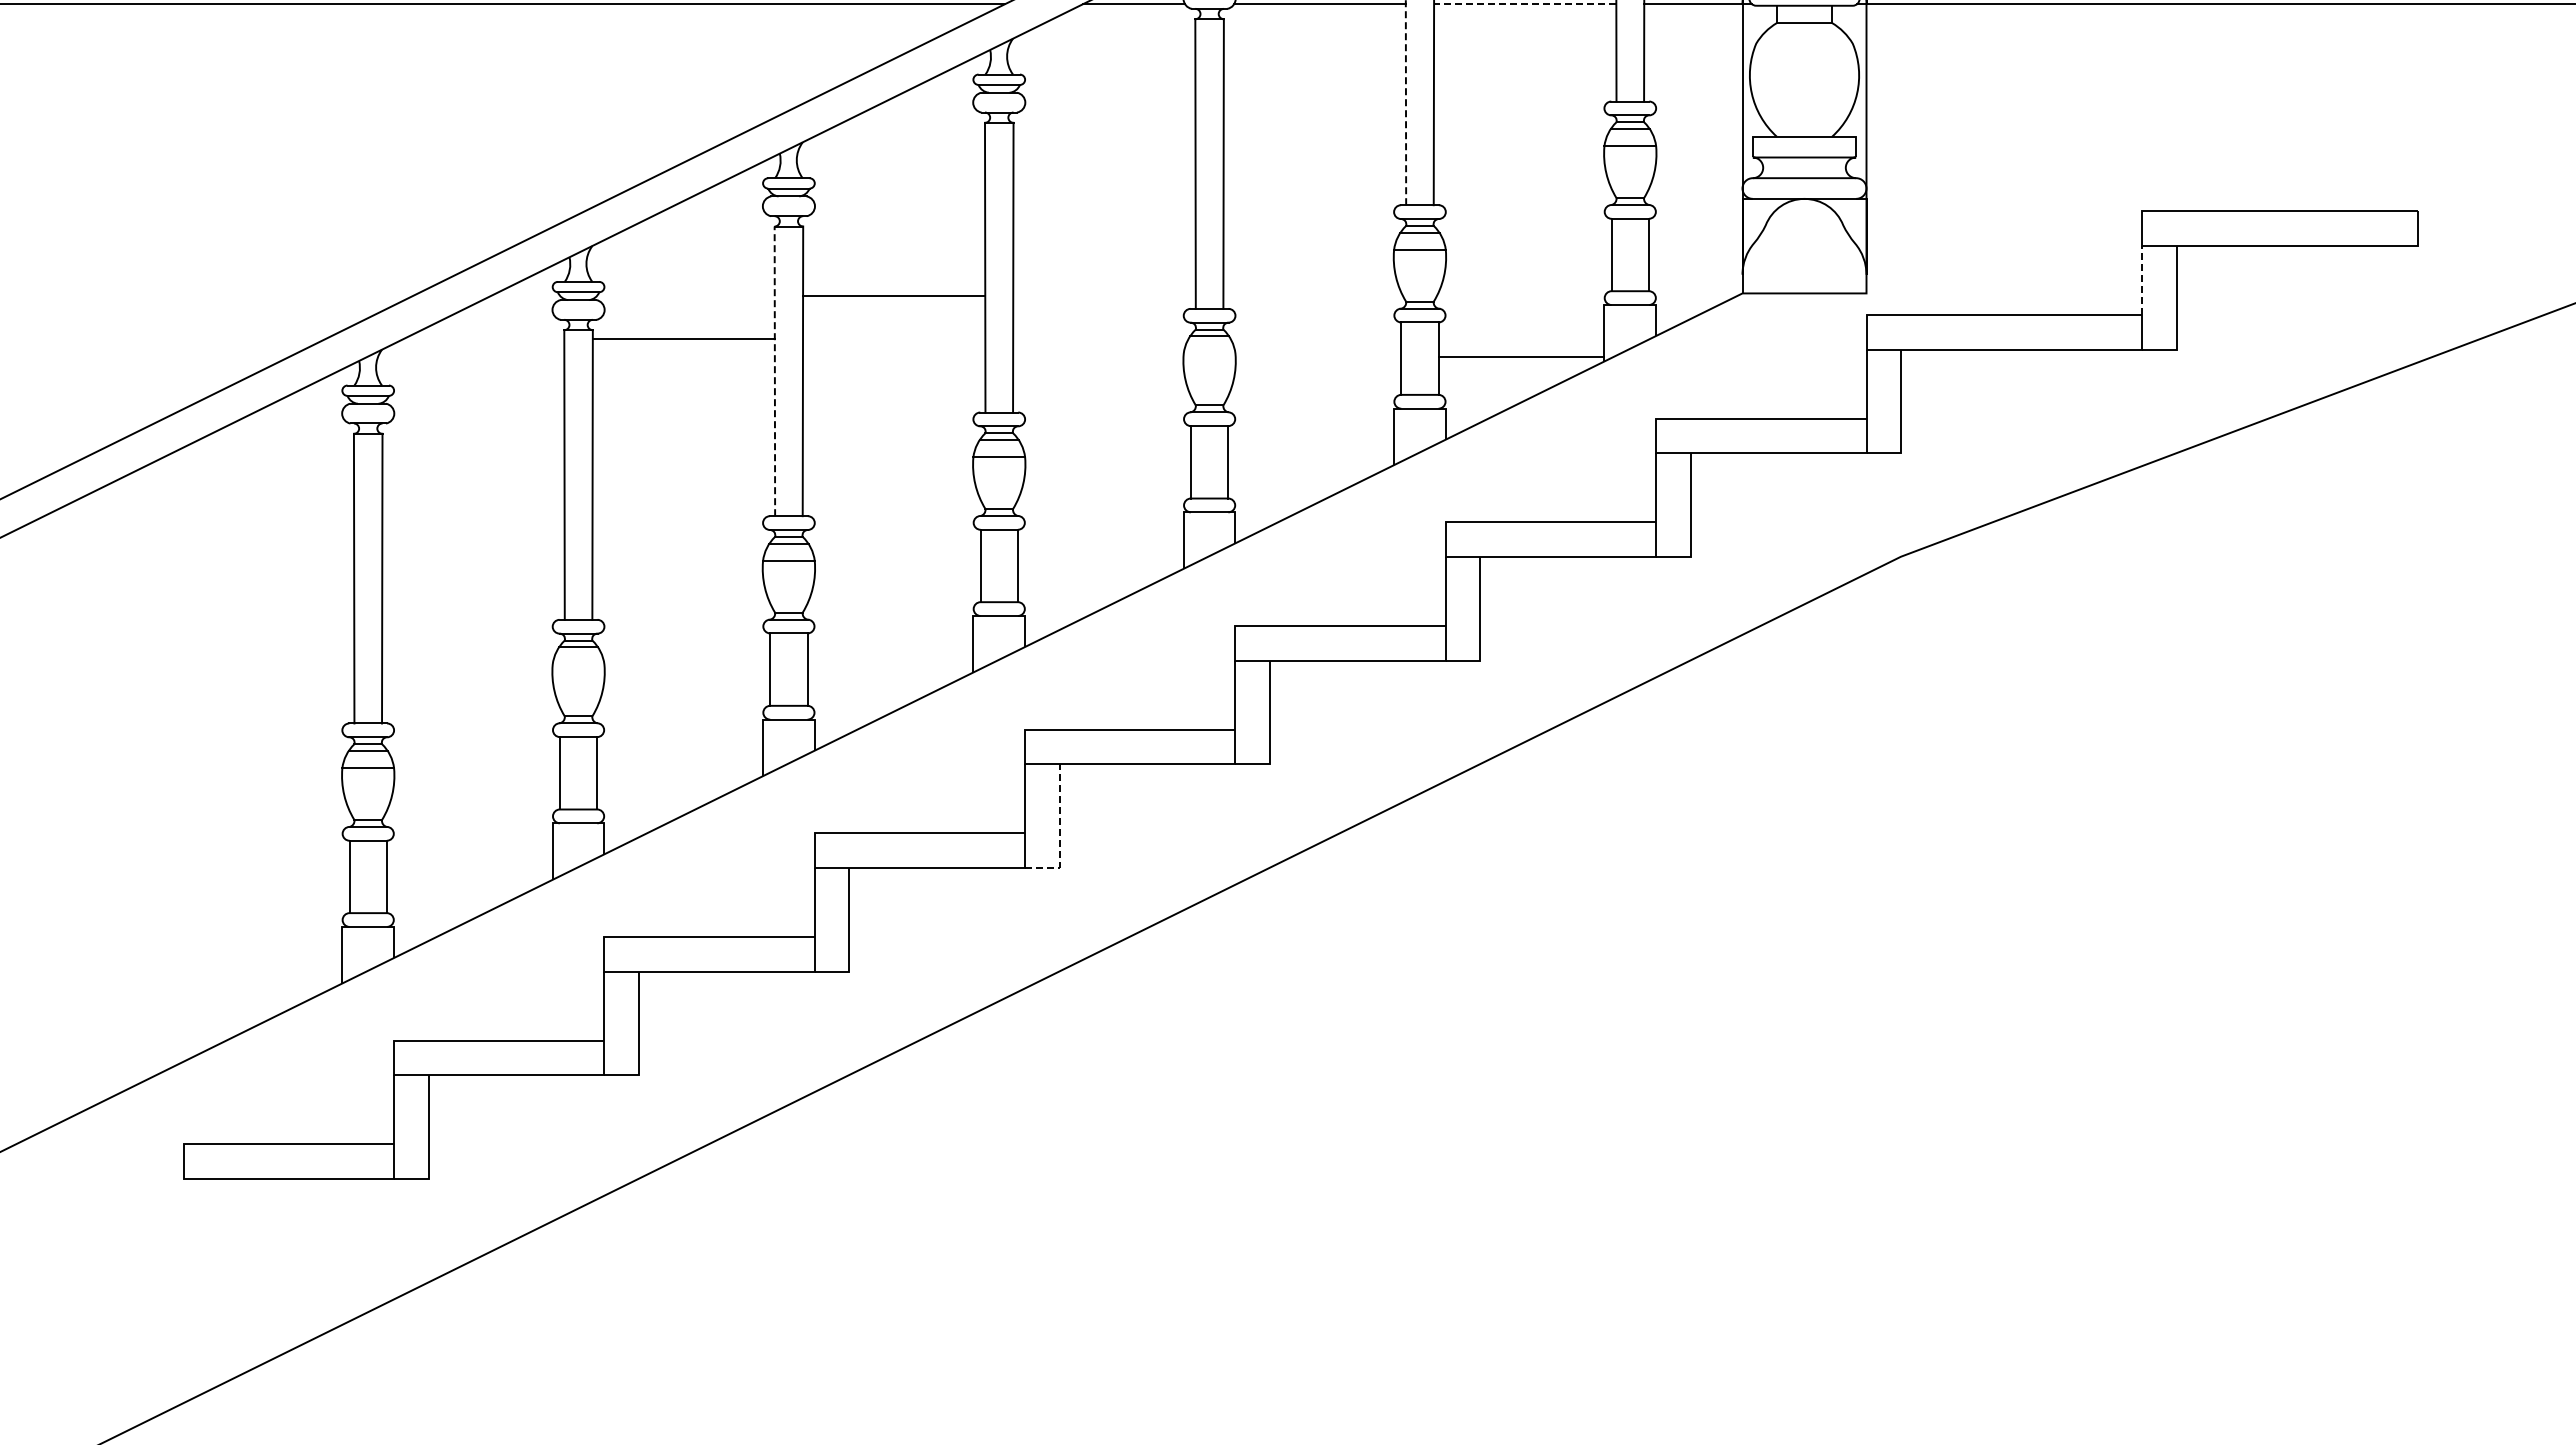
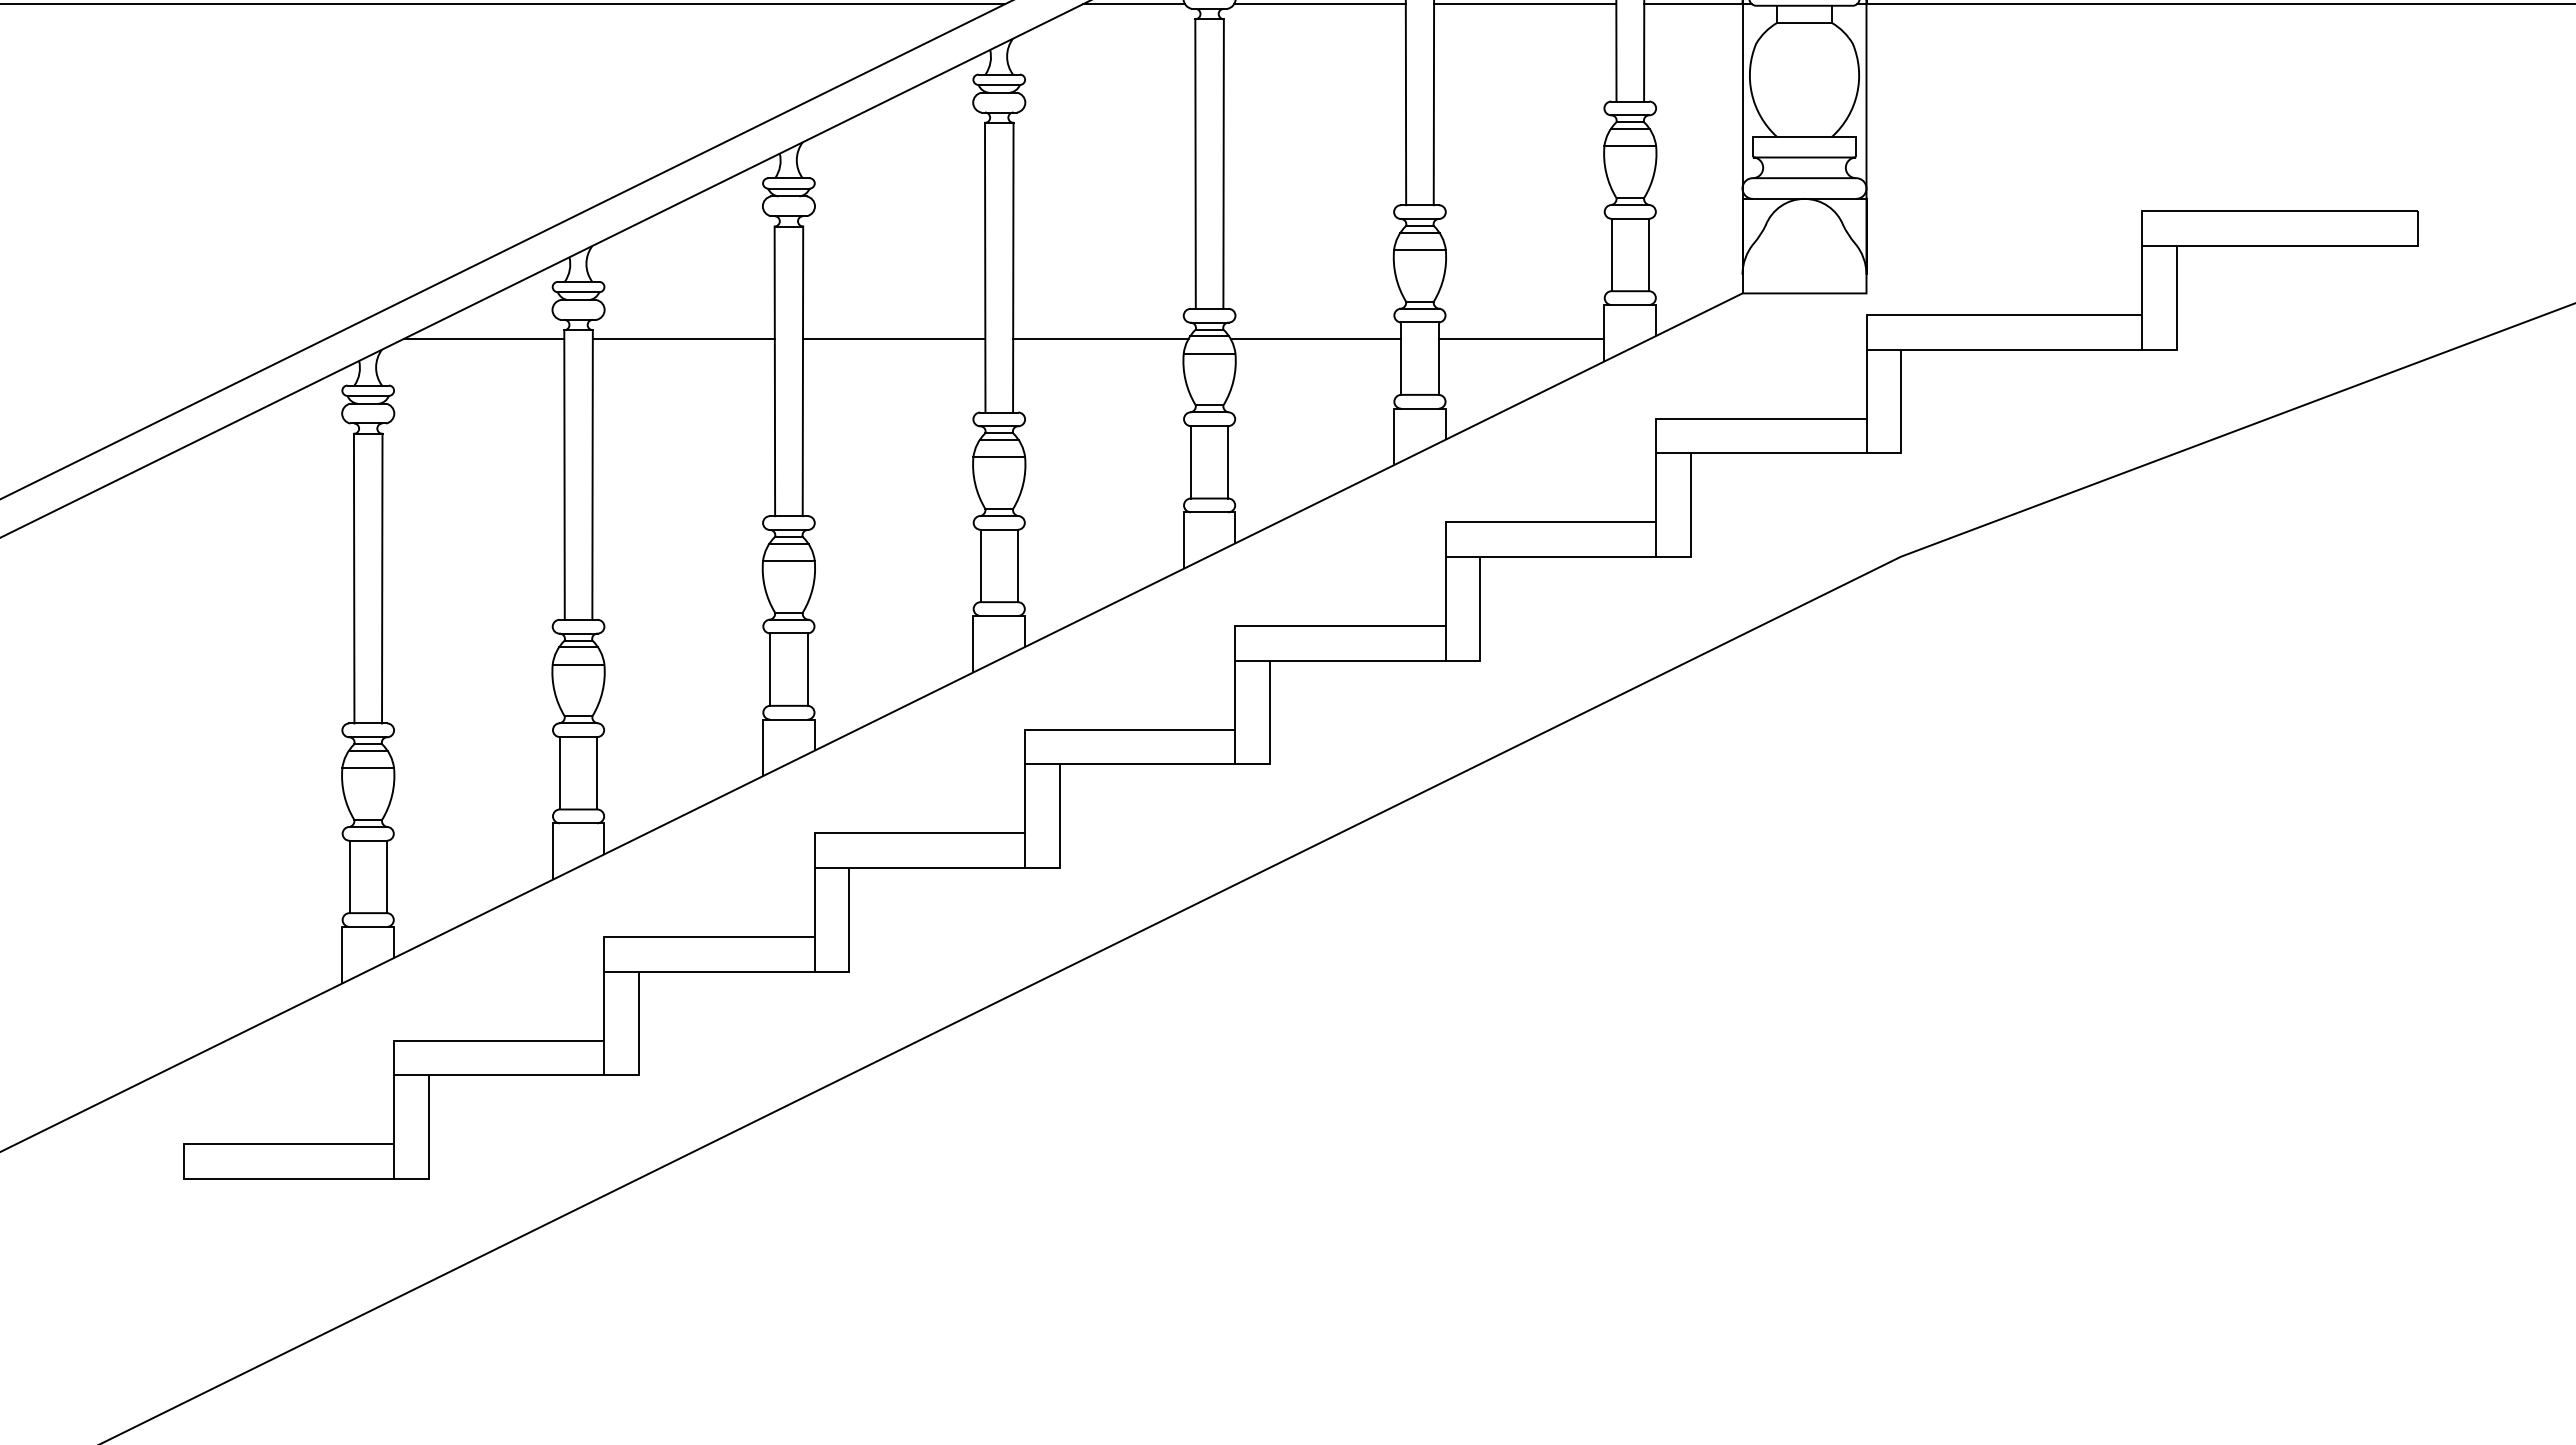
line at (1524, 4): dashed -> solid
line at (1405, 102): dashed -> solid
line at (2142, 280): dashed -> solid
line at (893, 295) position: (893, 295) -> (893, 338)
line at (484, 338): none -> present
line at (1100, 338): none -> present
line at (1315, 338): none -> present
line at (1209, 353): none -> present
line at (1521, 356) position: (1521, 356) -> (1521, 338)
line at (774, 371): dashed -> solid
line at (578, 664): none -> present
line at (1059, 834): dashed -> solid
